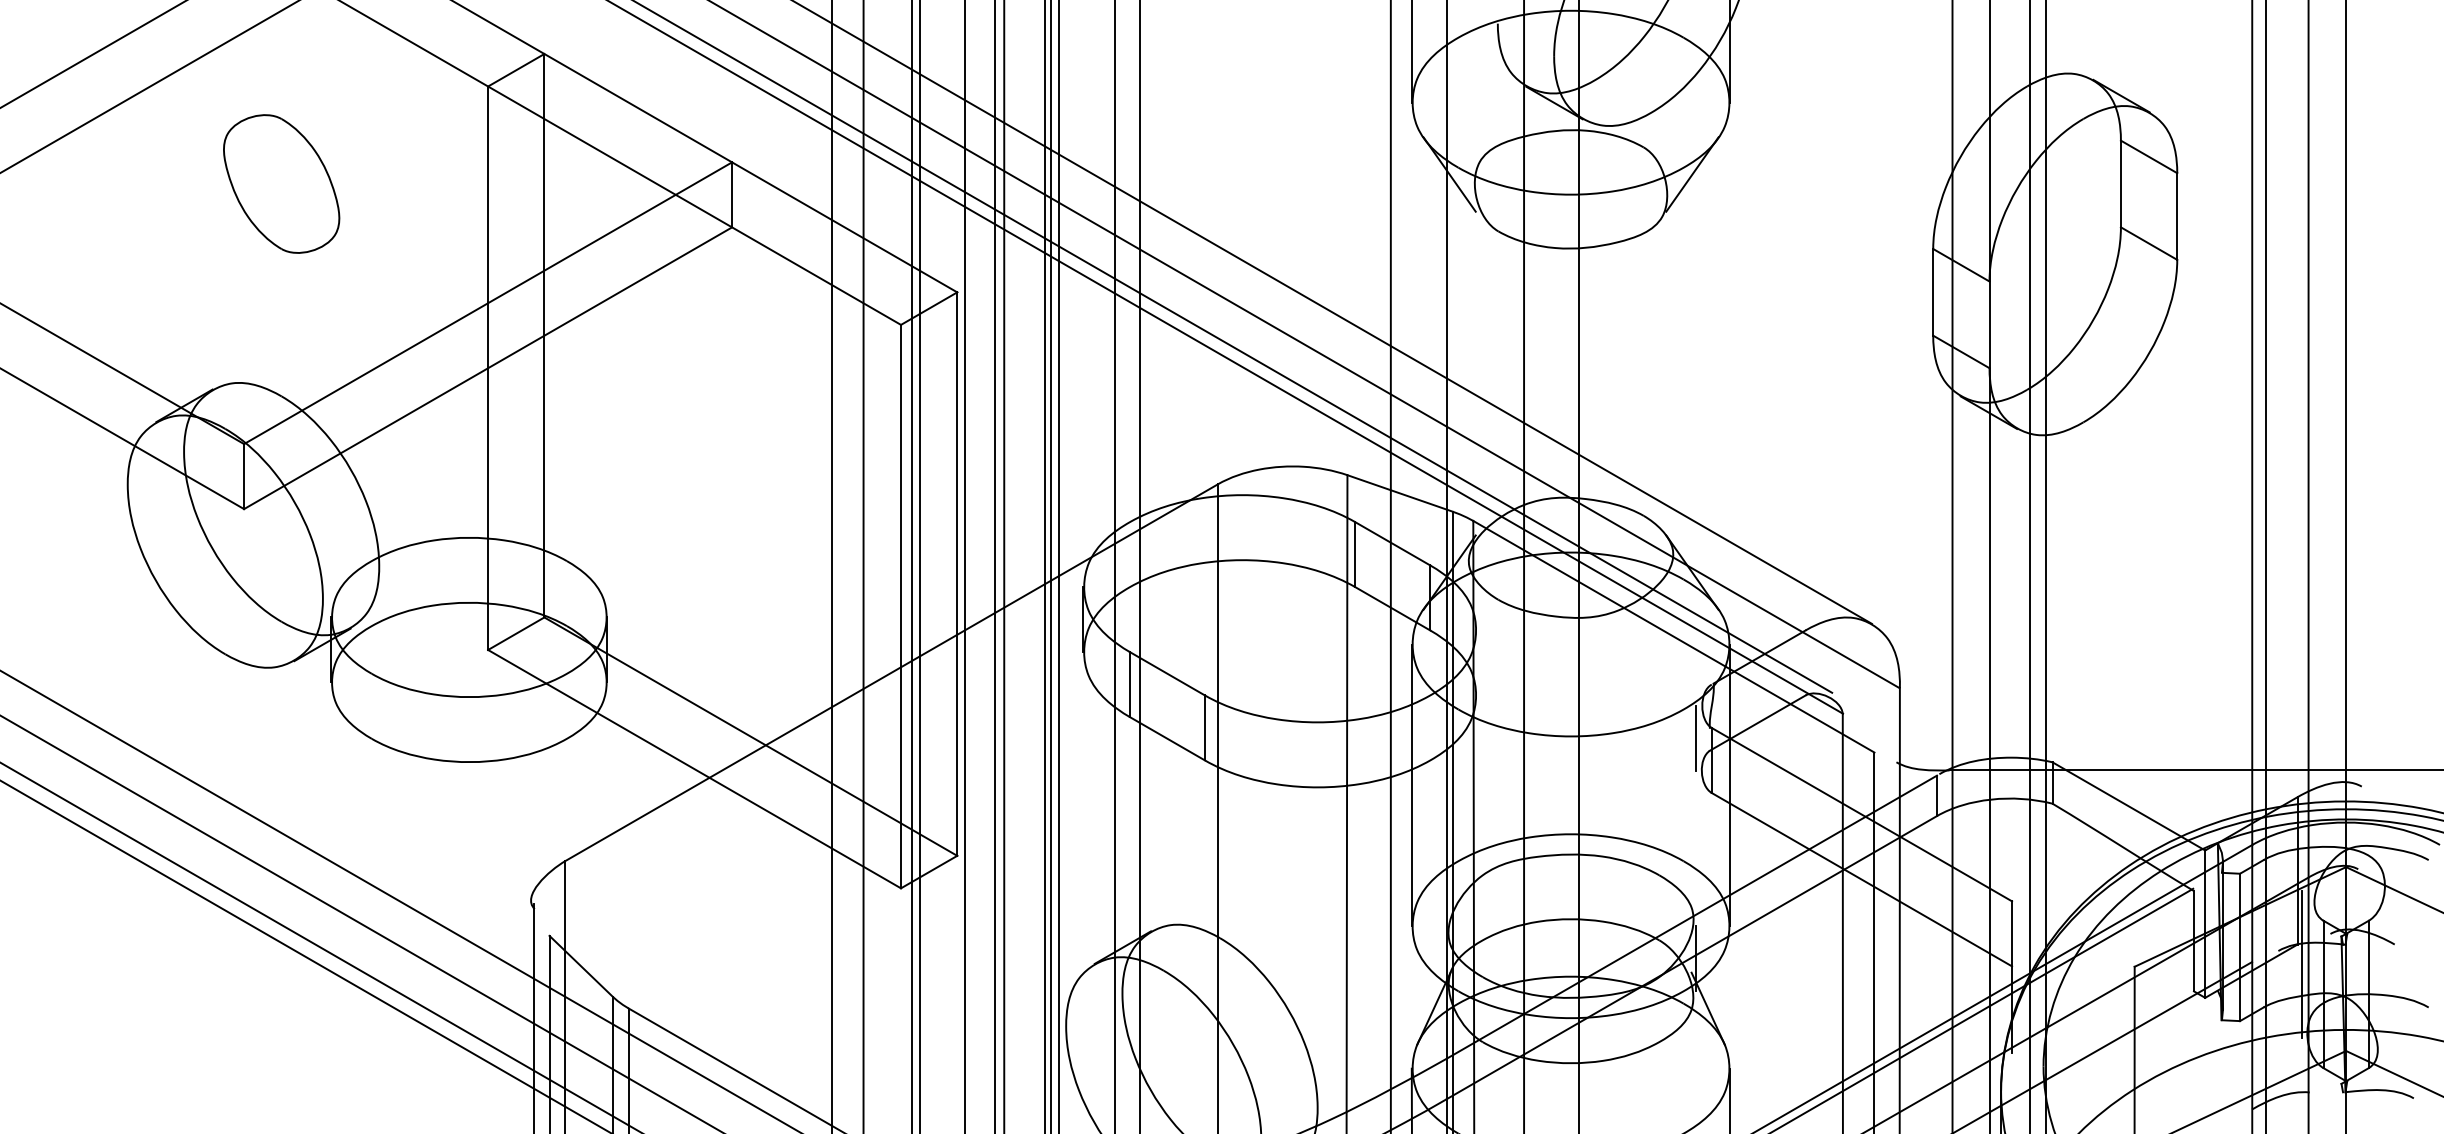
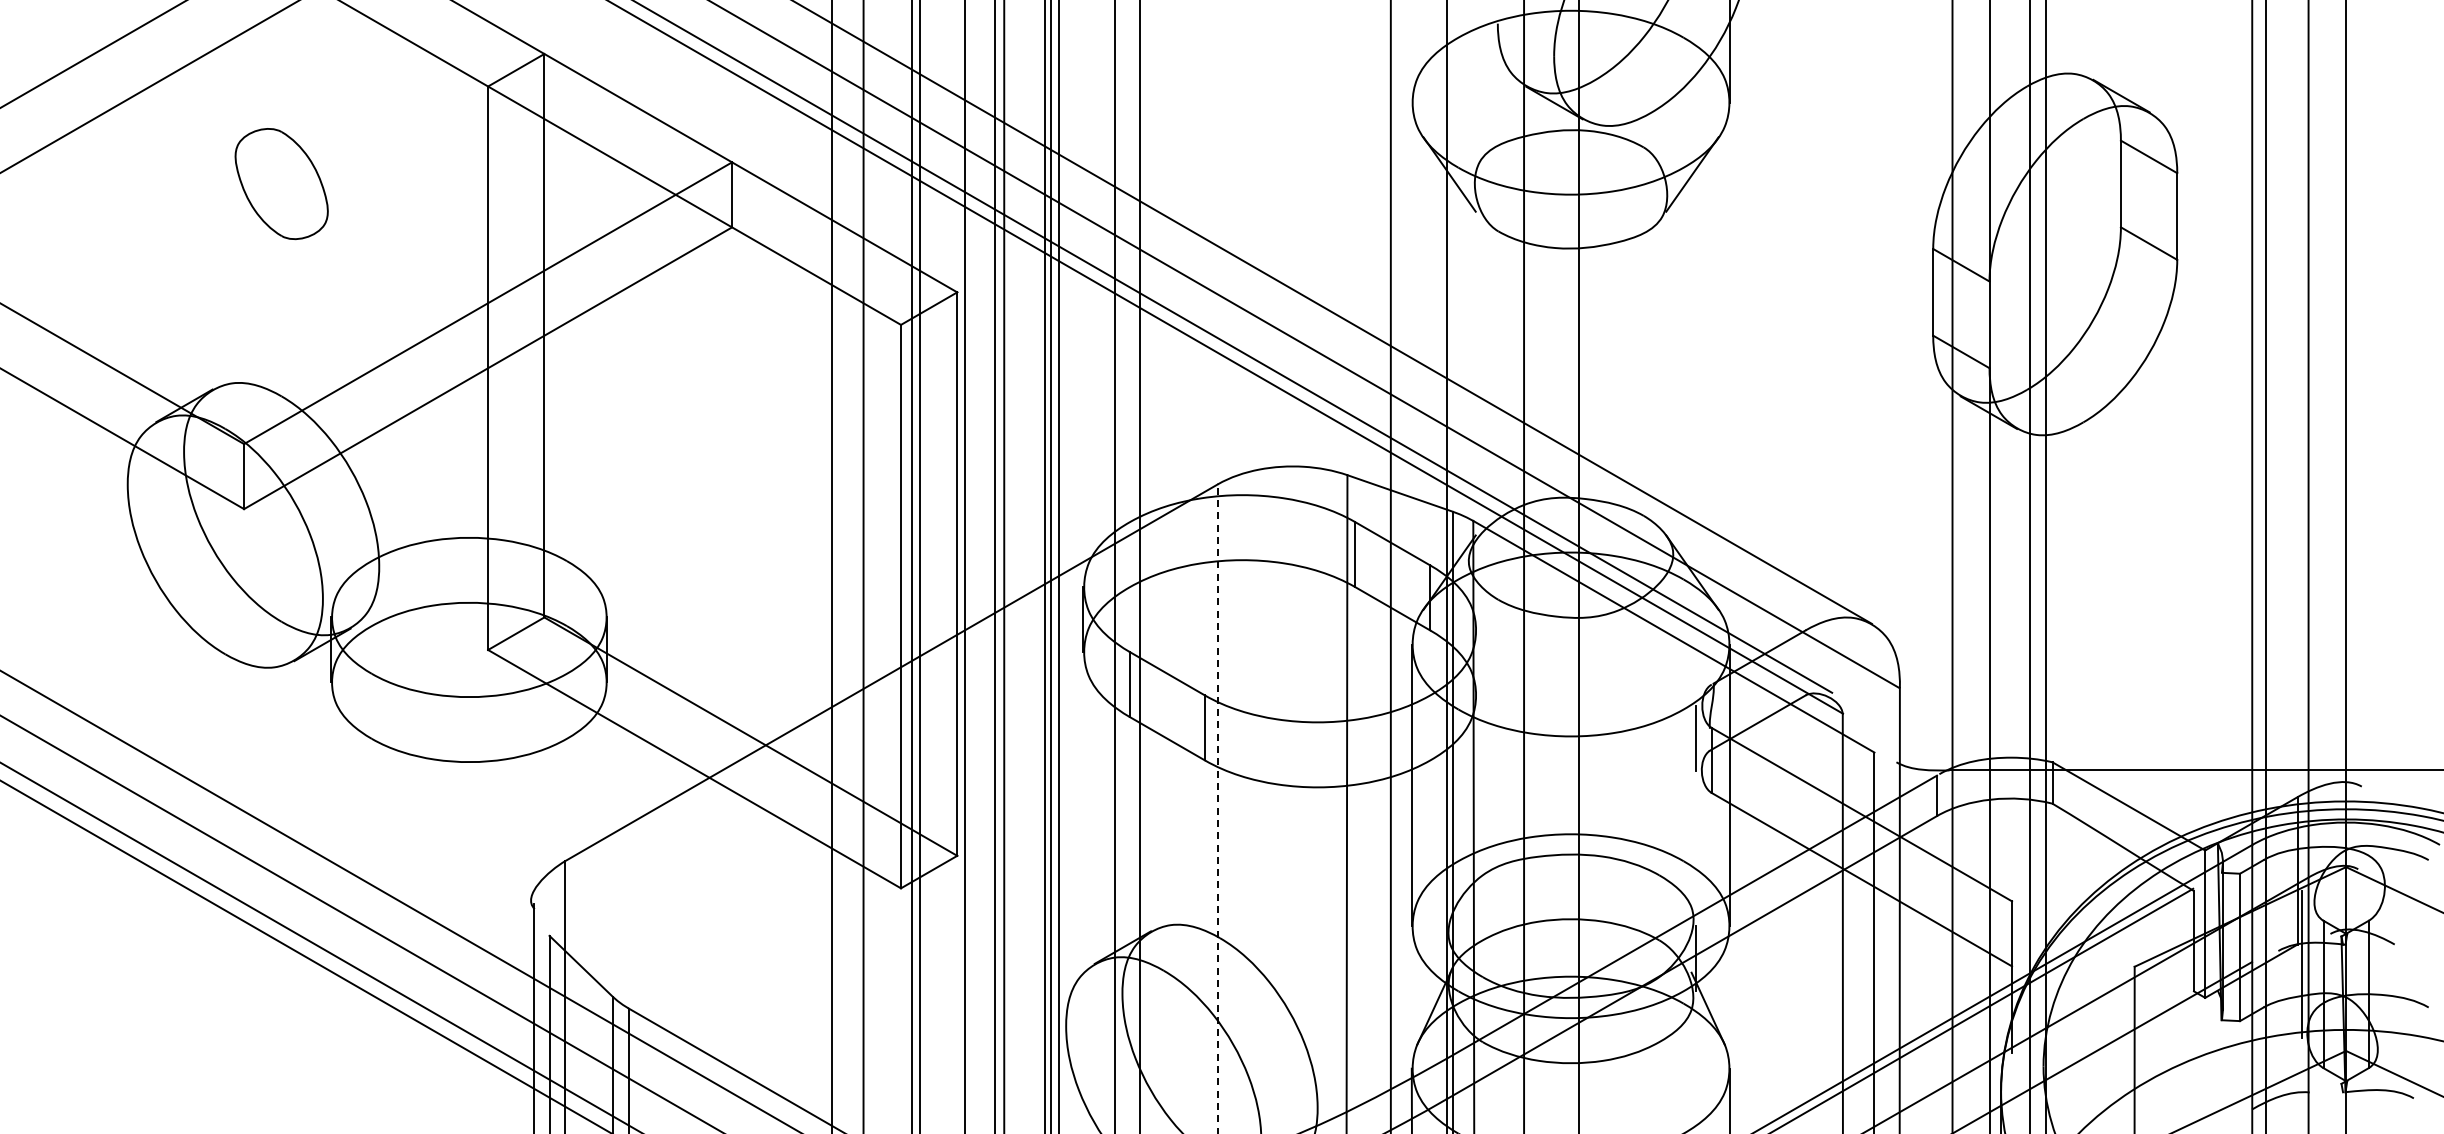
line at (1411, 52): present -> none
part at (281, 183) size: 118x140 px -> 95x113 px
line at (1217, 808): solid -> dashed
